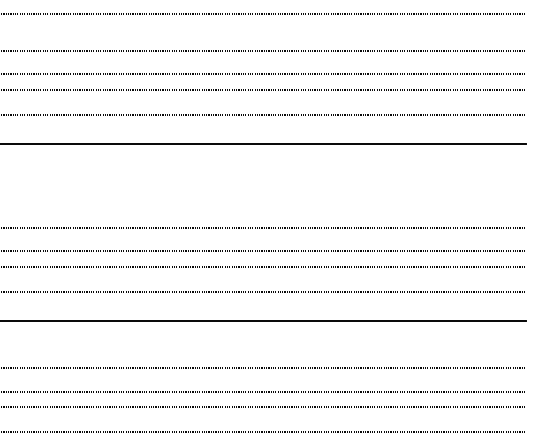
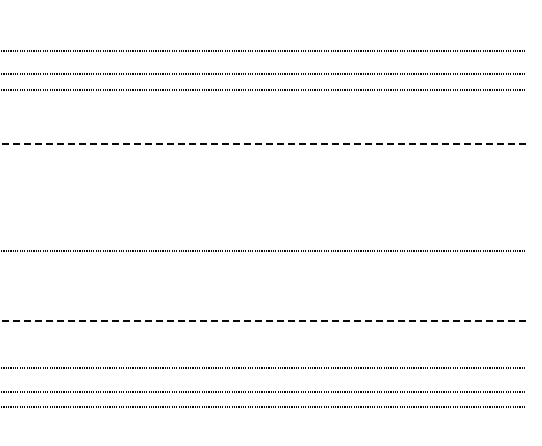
line at (263, 13): present -> none
line at (263, 114): present -> none
line at (262, 144): solid -> dashed
line at (263, 227): present -> none
line at (263, 266): present -> none
line at (263, 292): present -> none
line at (262, 321): solid -> dashed
line at (263, 432): present -> none
